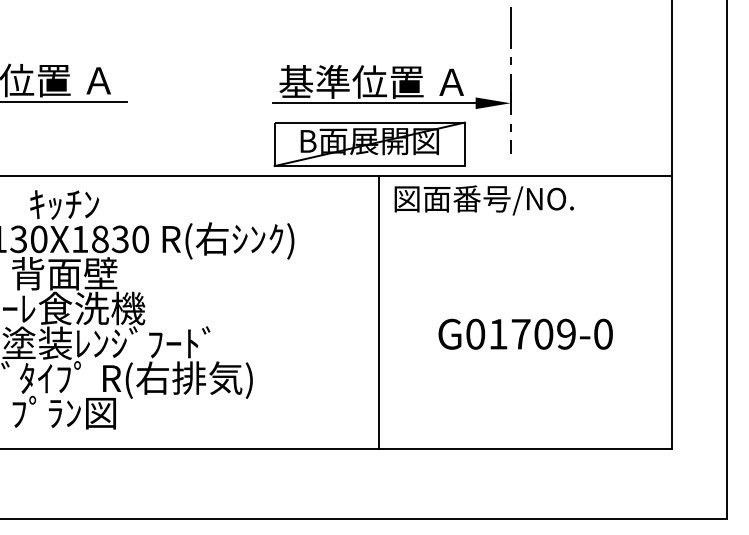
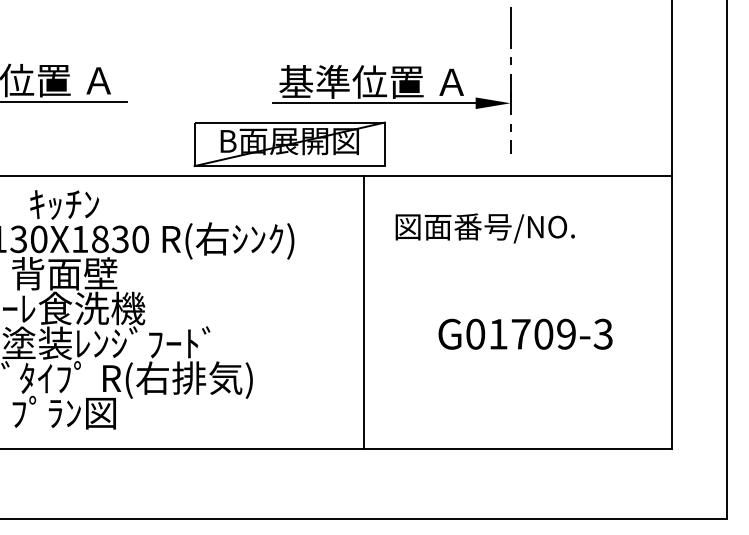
part at (369, 143) position: (369, 143) -> (289, 143)
text at (483, 200) position: (483, 200) -> (484, 228)
line at (378, 312) position: (378, 312) -> (363, 312)
text at (602, 333): G01709-0 -> G01709-3
